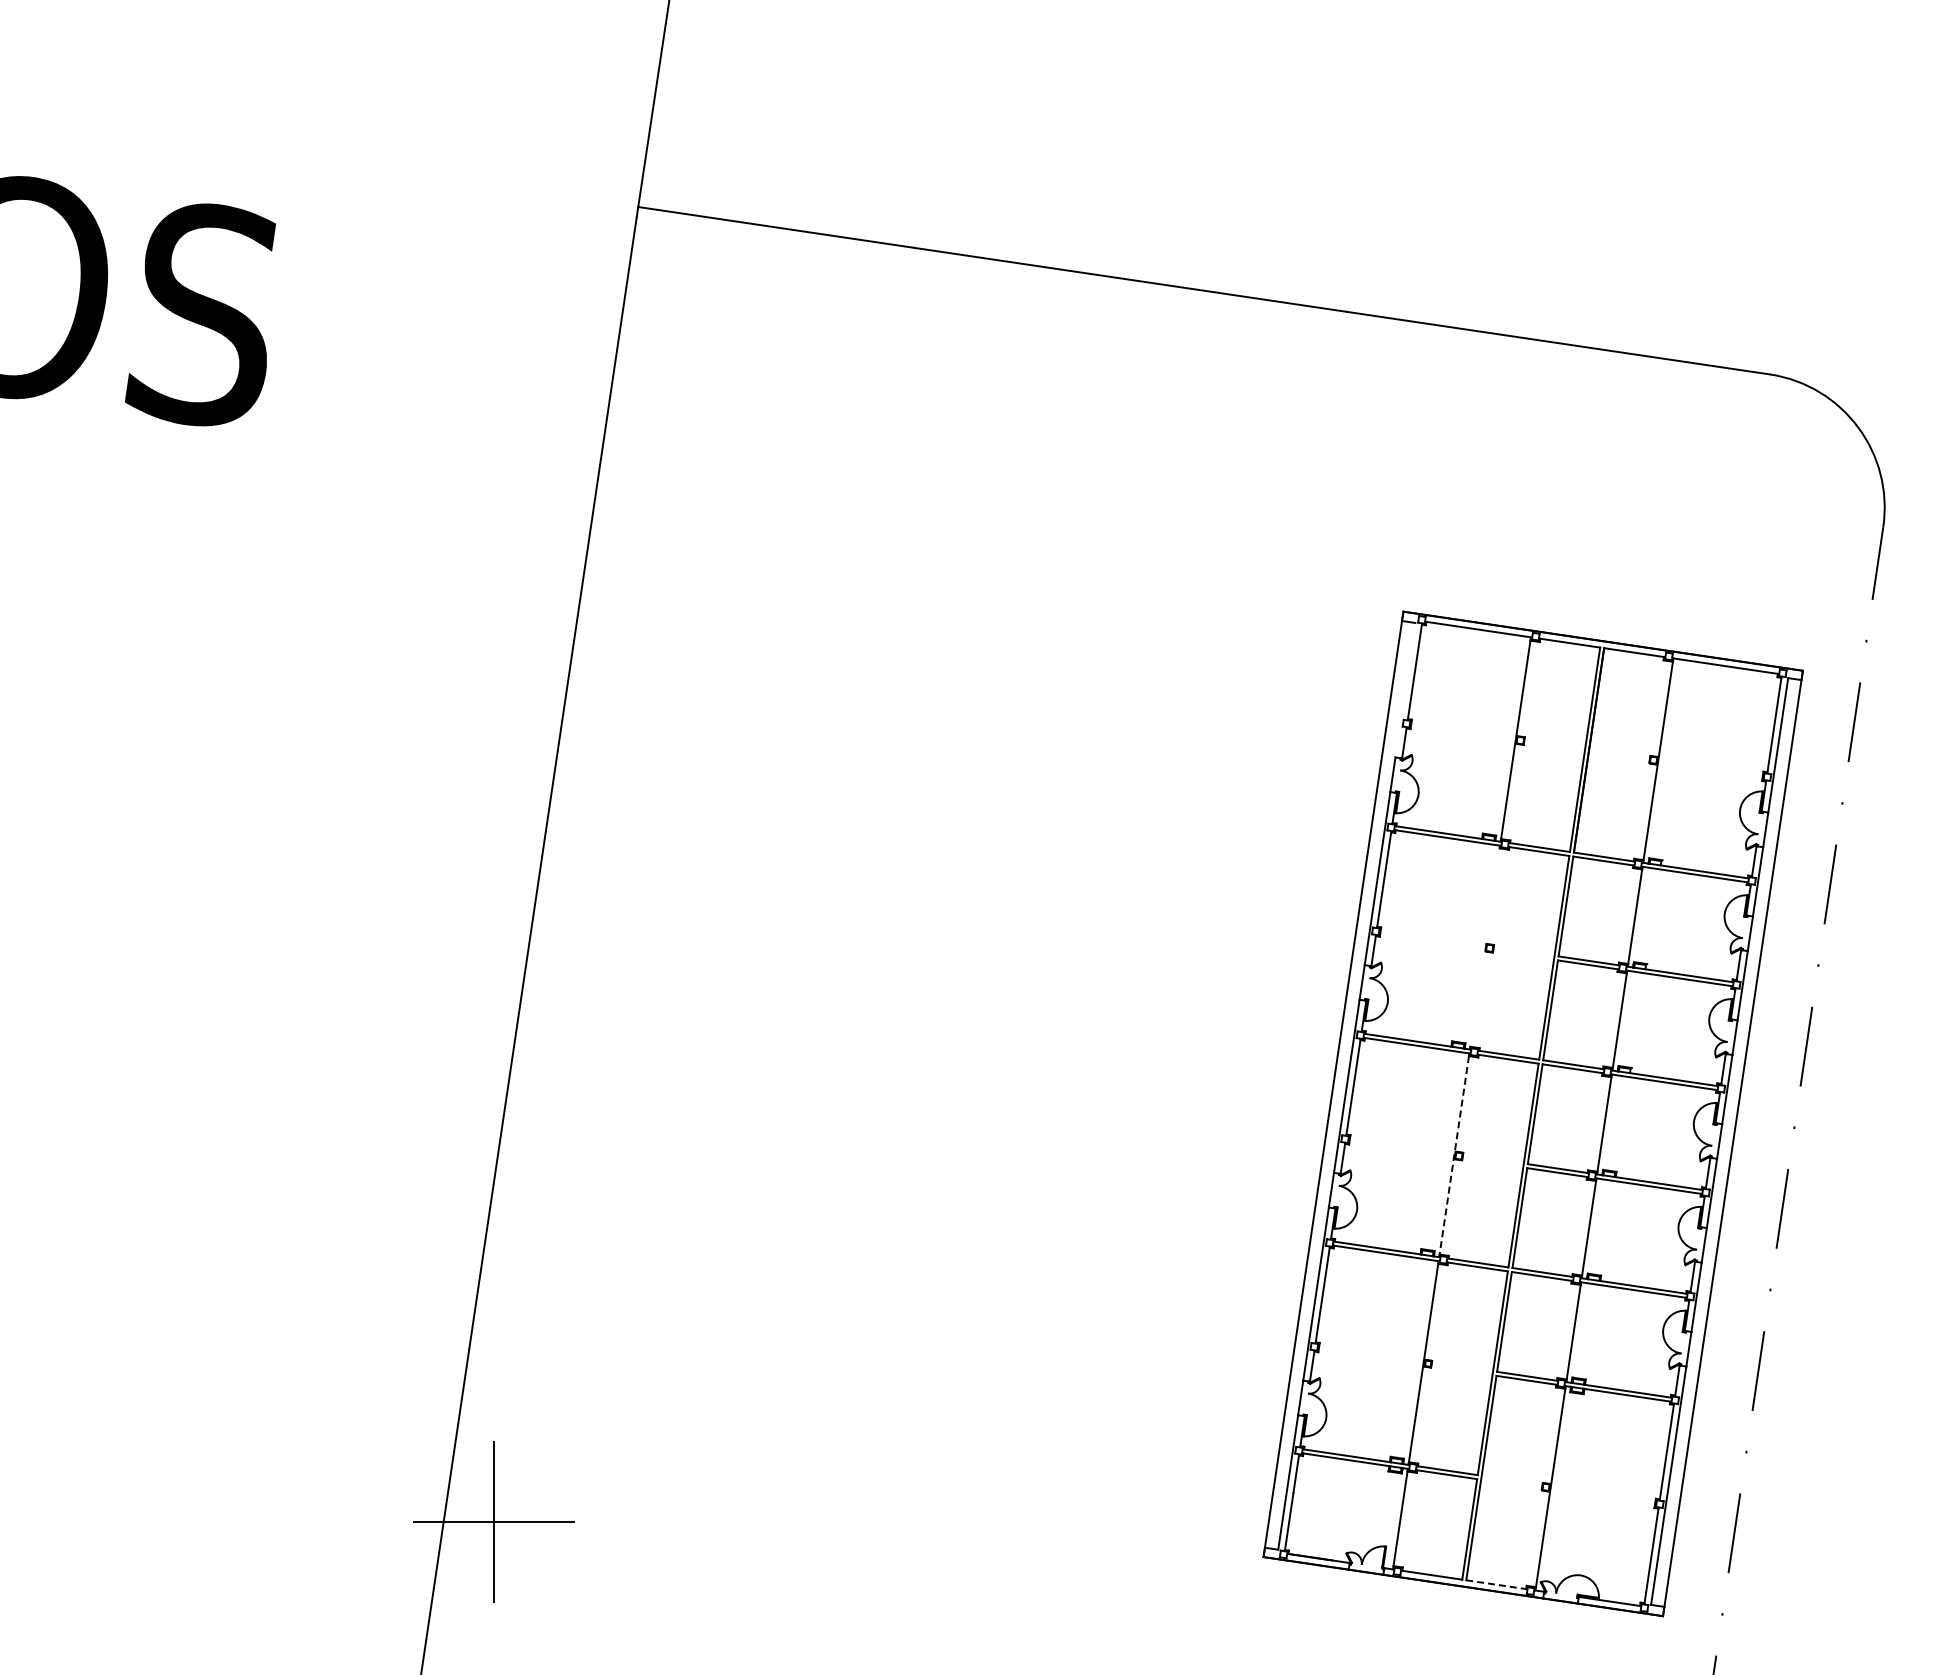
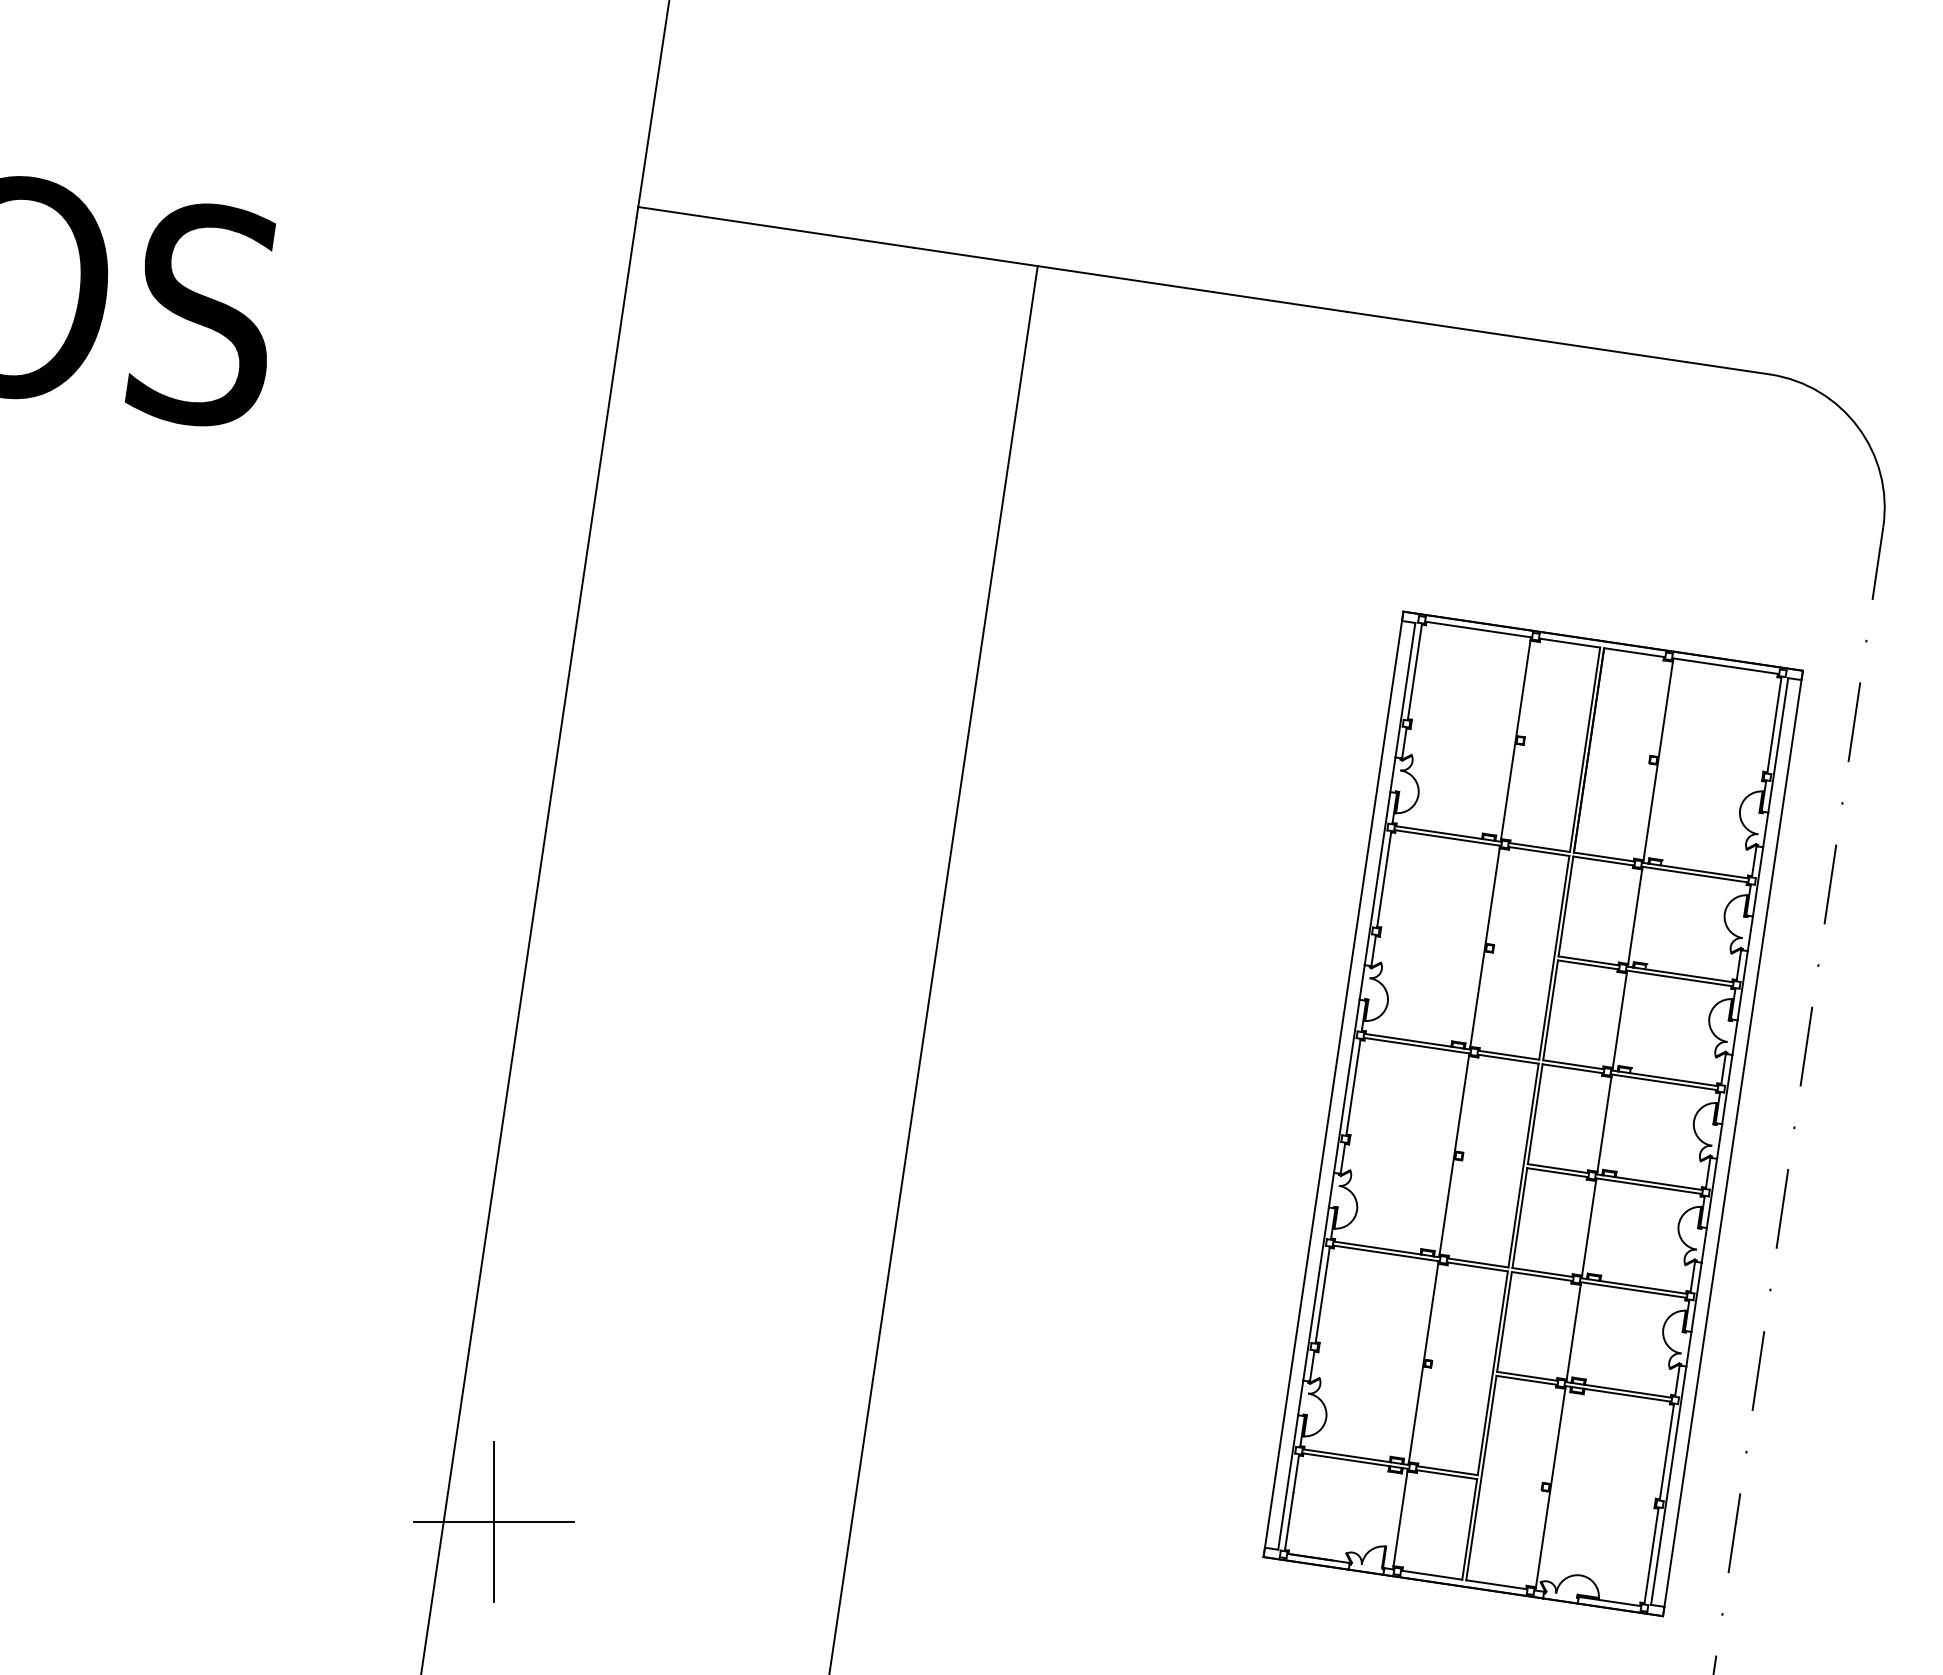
line at (1405, 689): none -> present
line at (1484, 947): none -> present
line at (933, 968): none -> present
line at (1454, 1155): dashed -> solid
line at (1496, 1584): dashed -> solid
